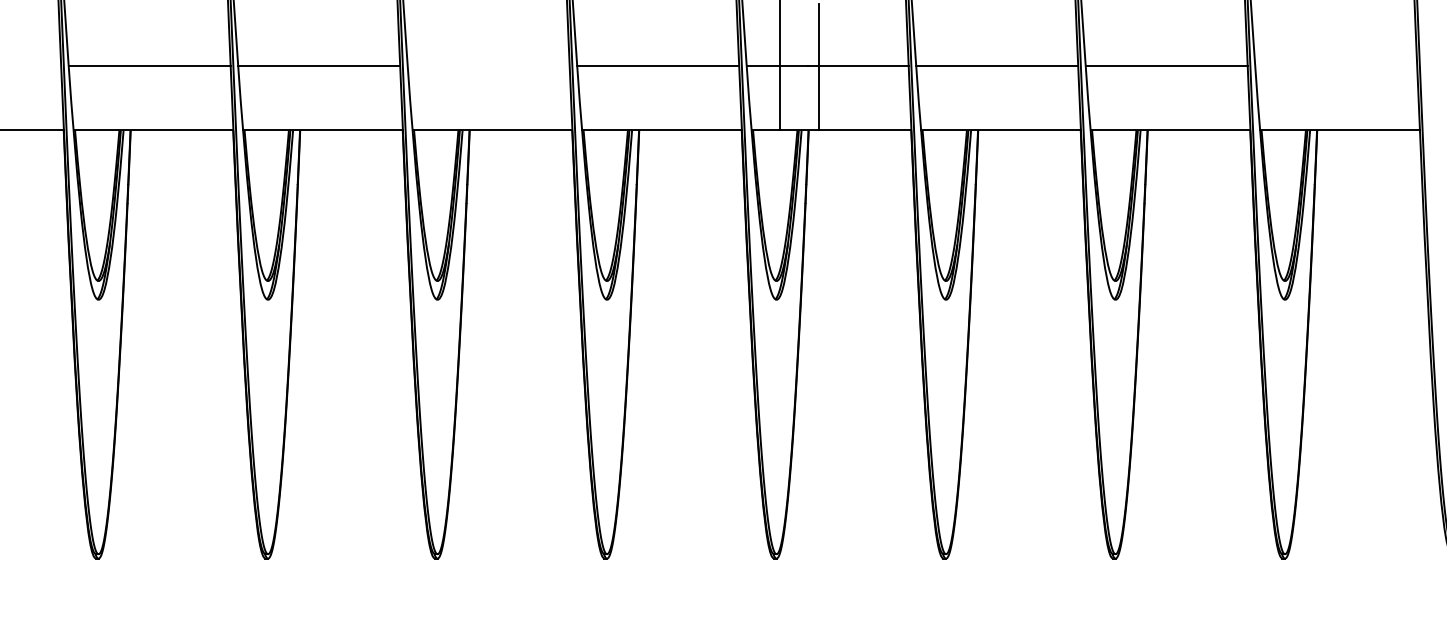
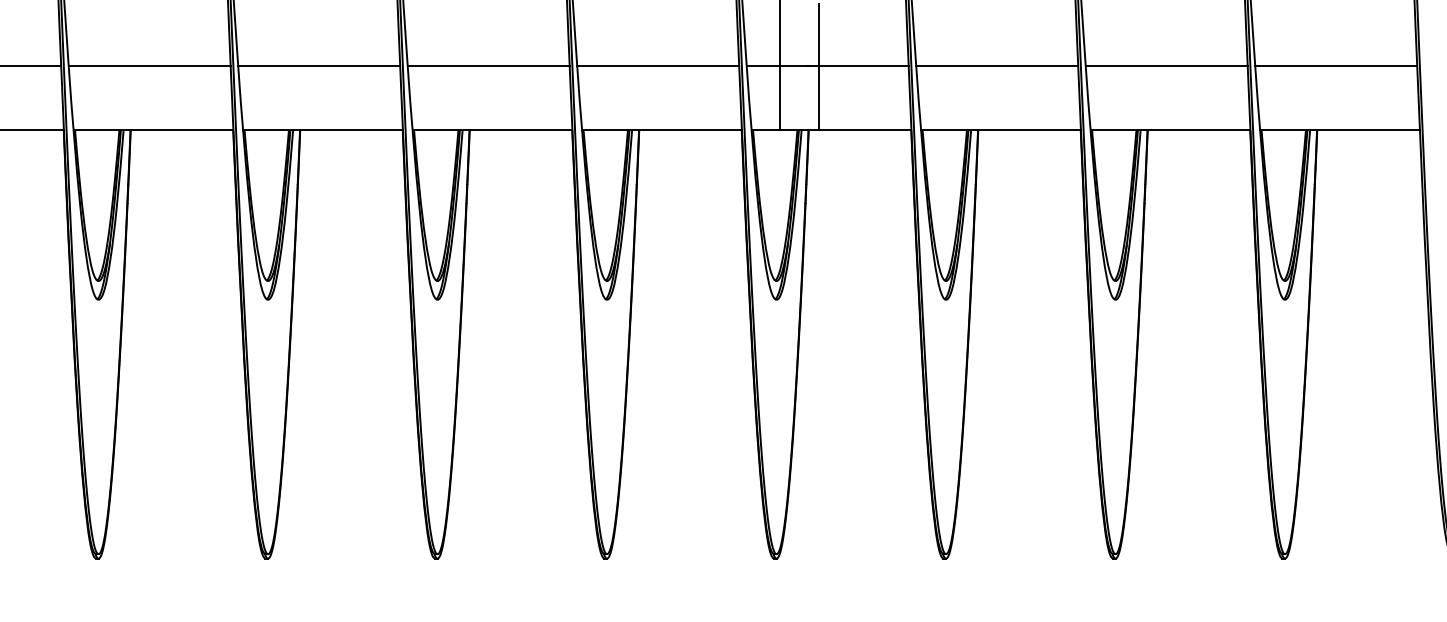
line at (31, 66): none -> present
line at (488, 66): none -> present
line at (1336, 66): none -> present
